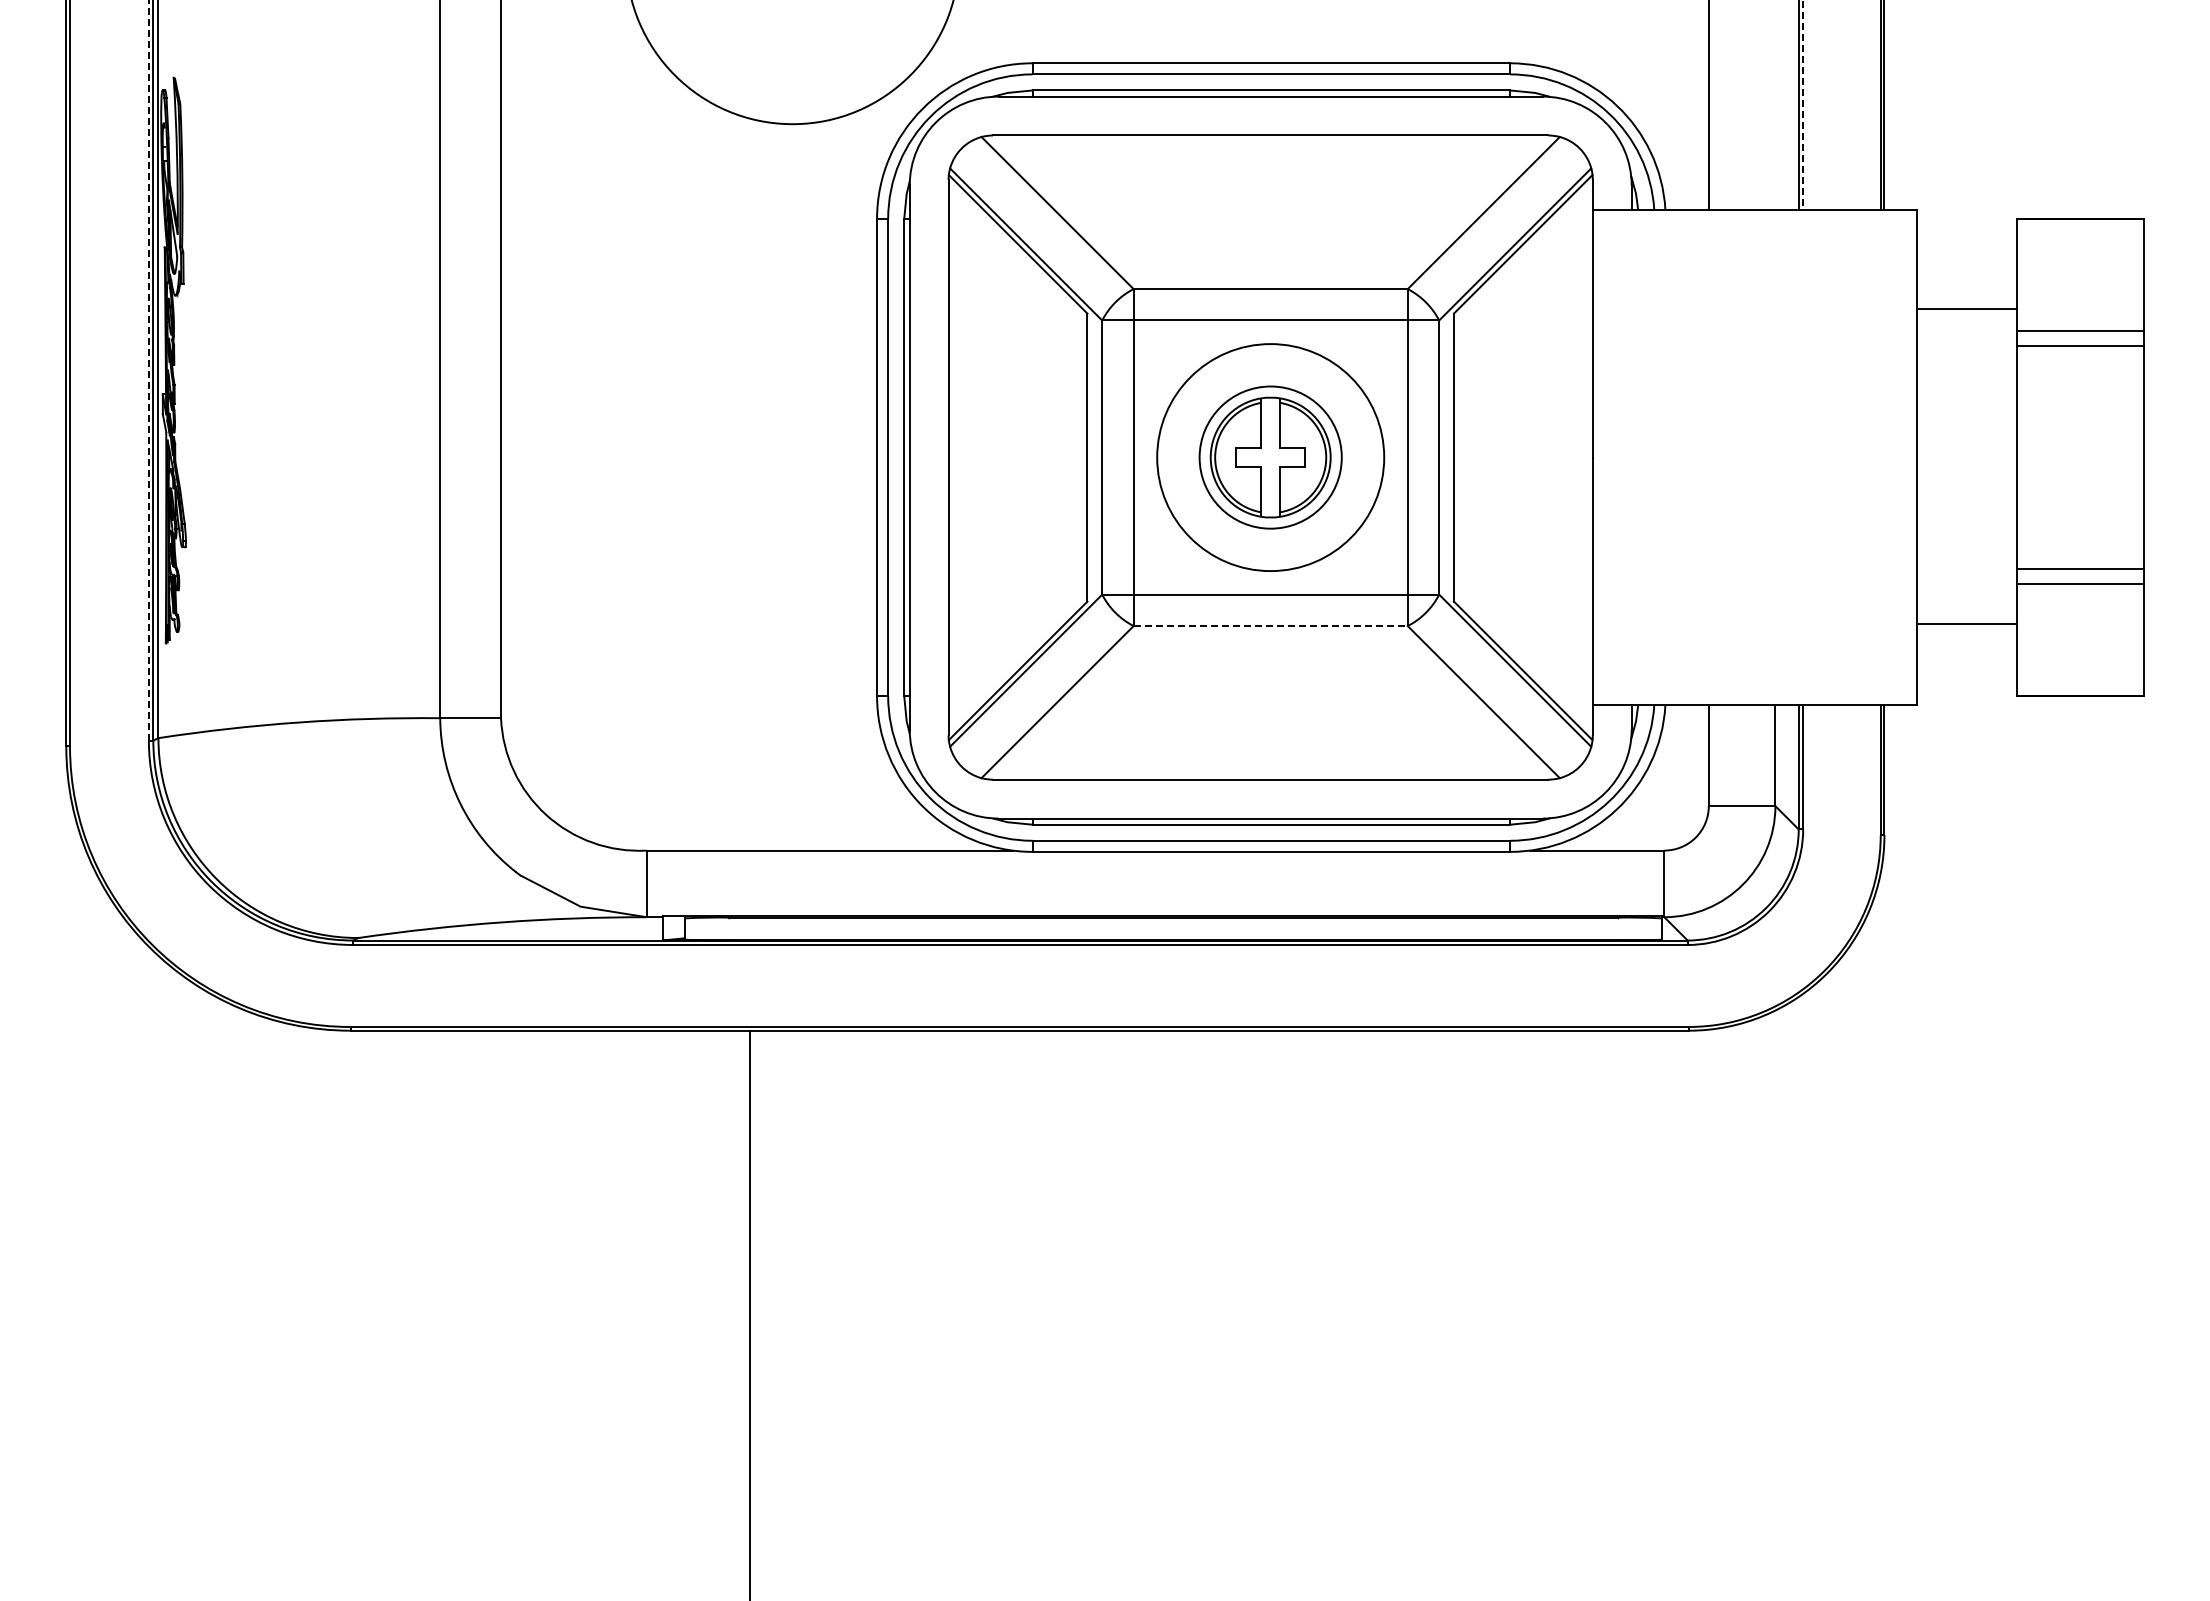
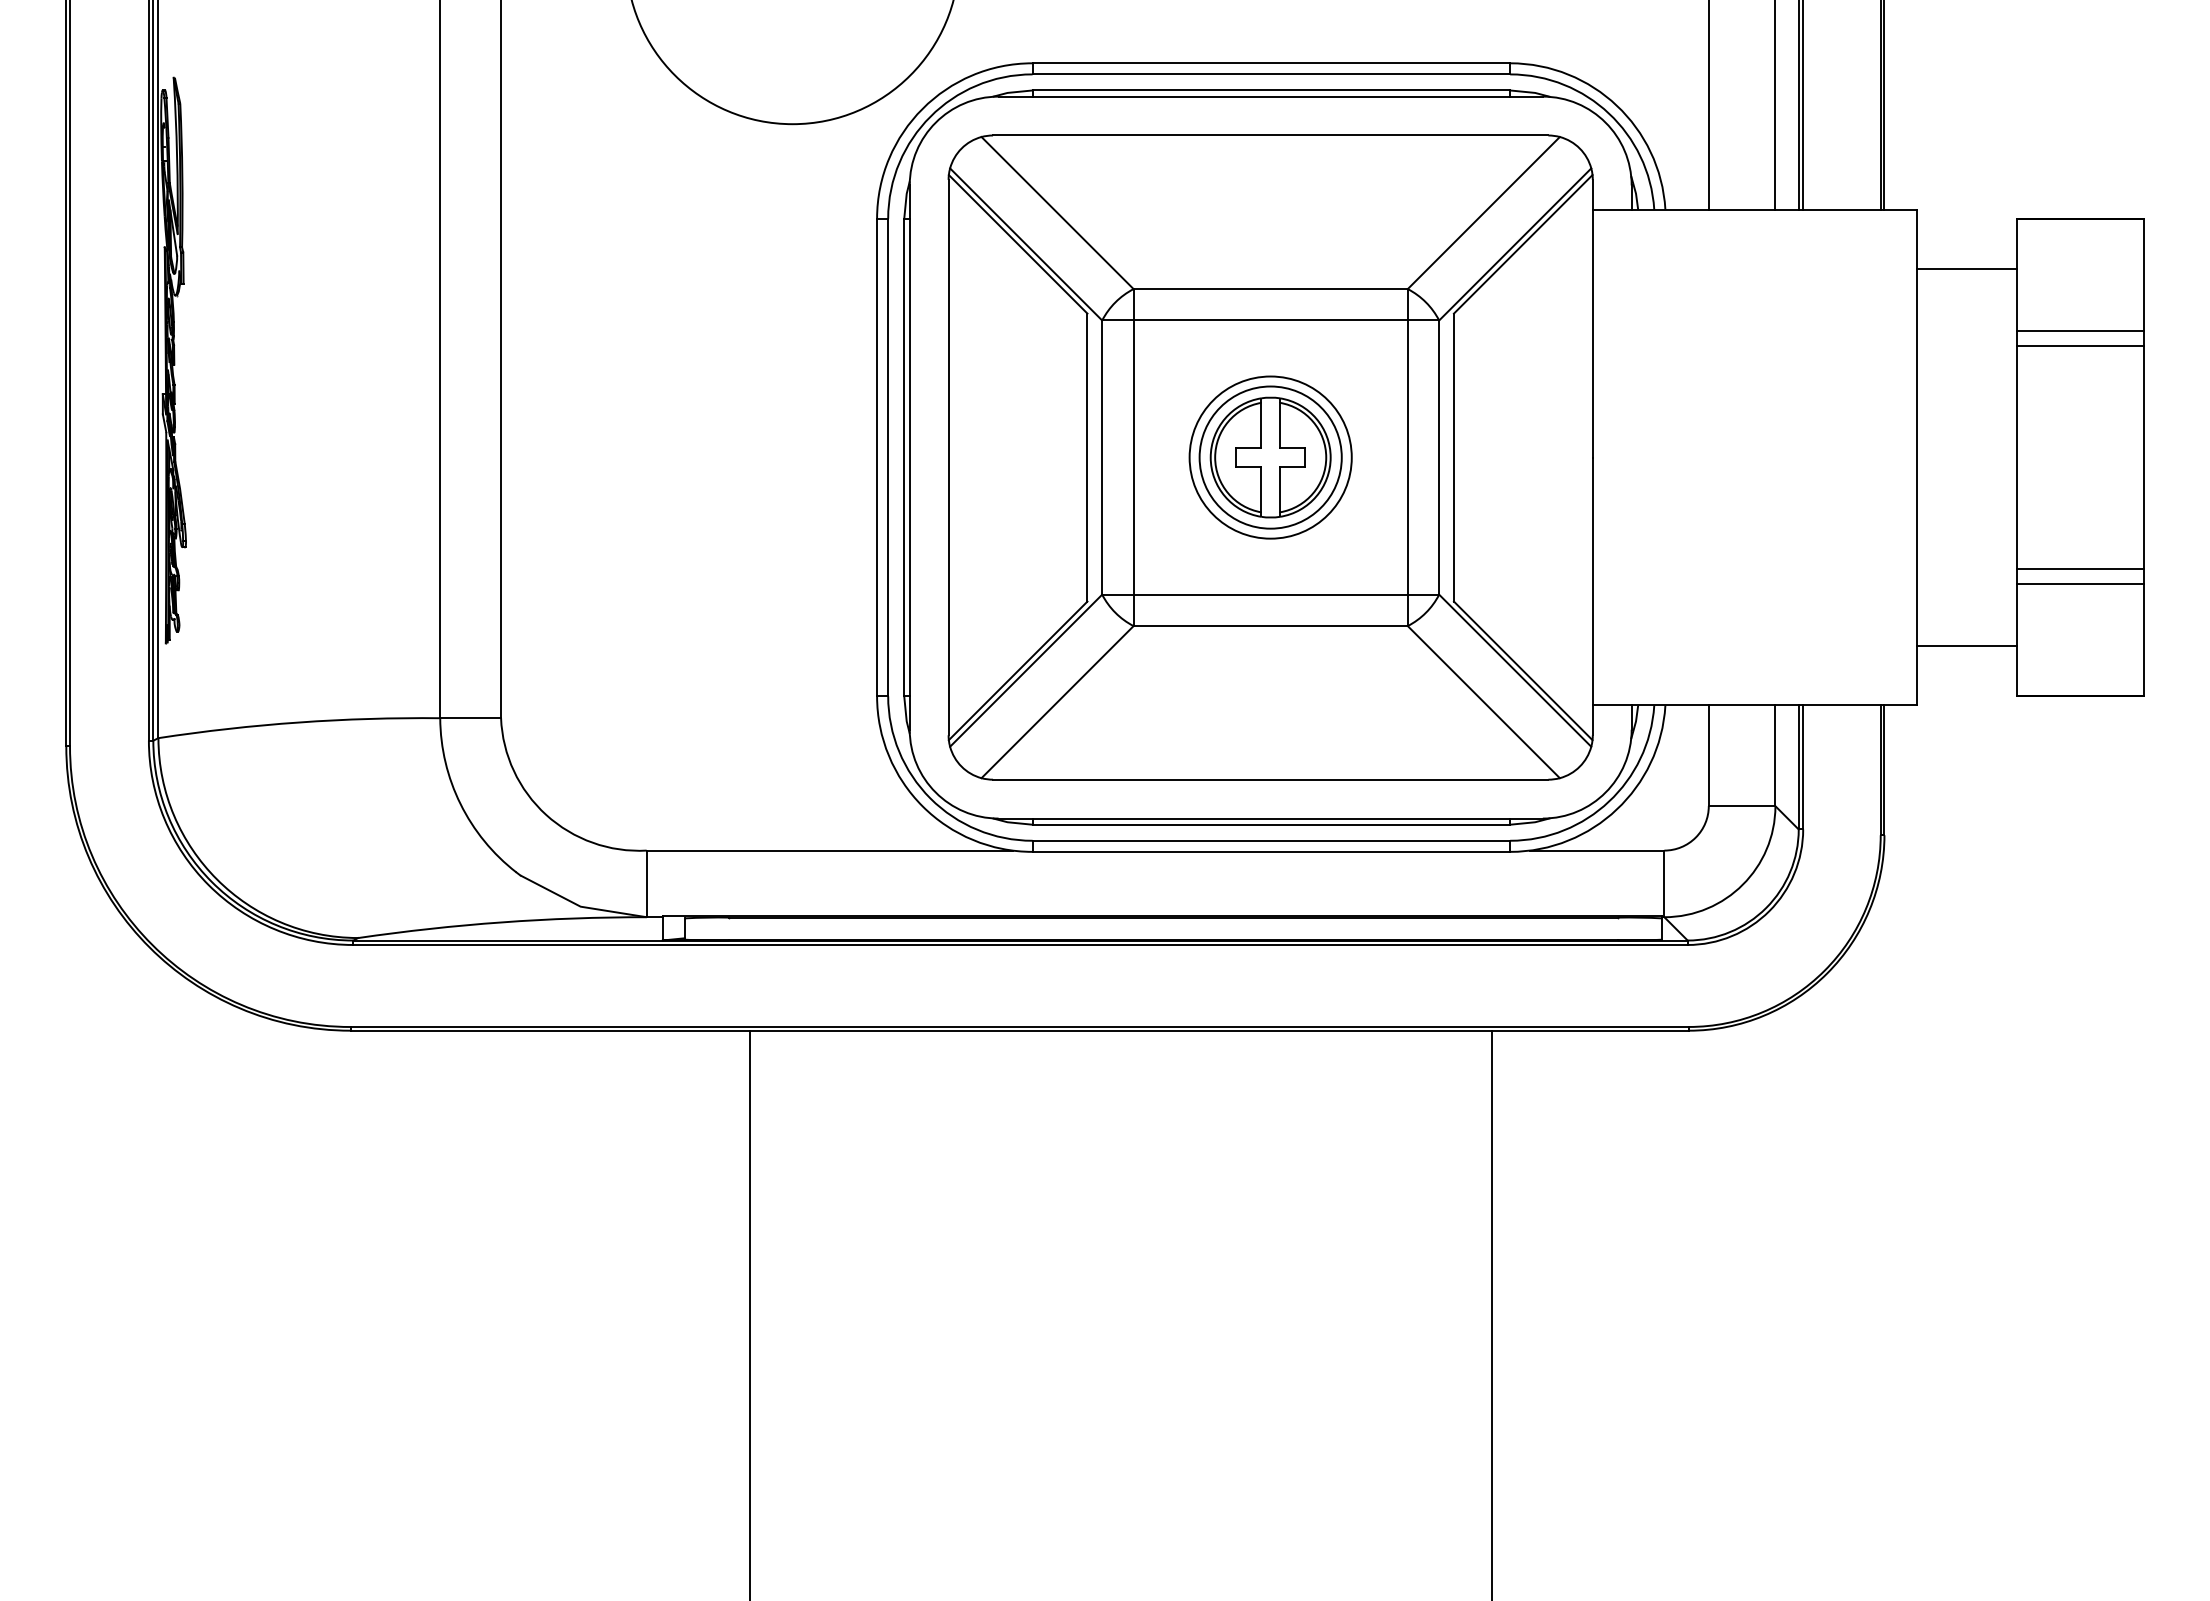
line at (1775, 105): none -> present
line at (1803, 105): dashed -> solid
line at (1967, 308) position: (1967, 308) -> (1967, 268)
line at (148, 369): dashed -> solid
circle at (1270, 457) diameter: 227 px -> 162 px
line at (1967, 624) position: (1967, 624) -> (1967, 646)
line at (1271, 626): dashed -> solid
line at (1492, 1313): none -> present
